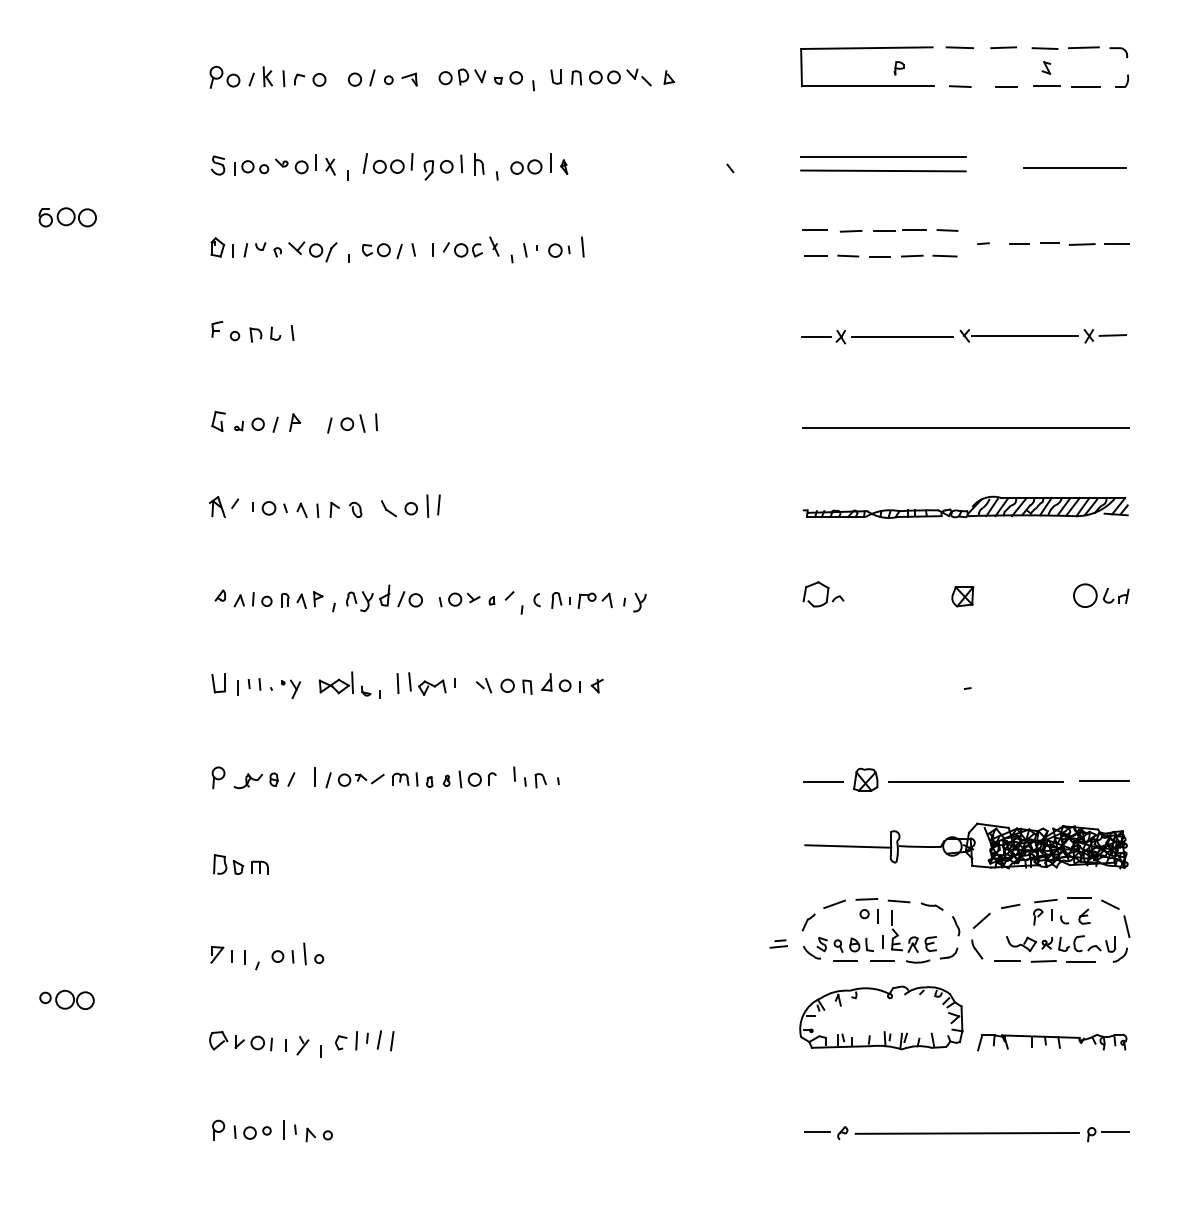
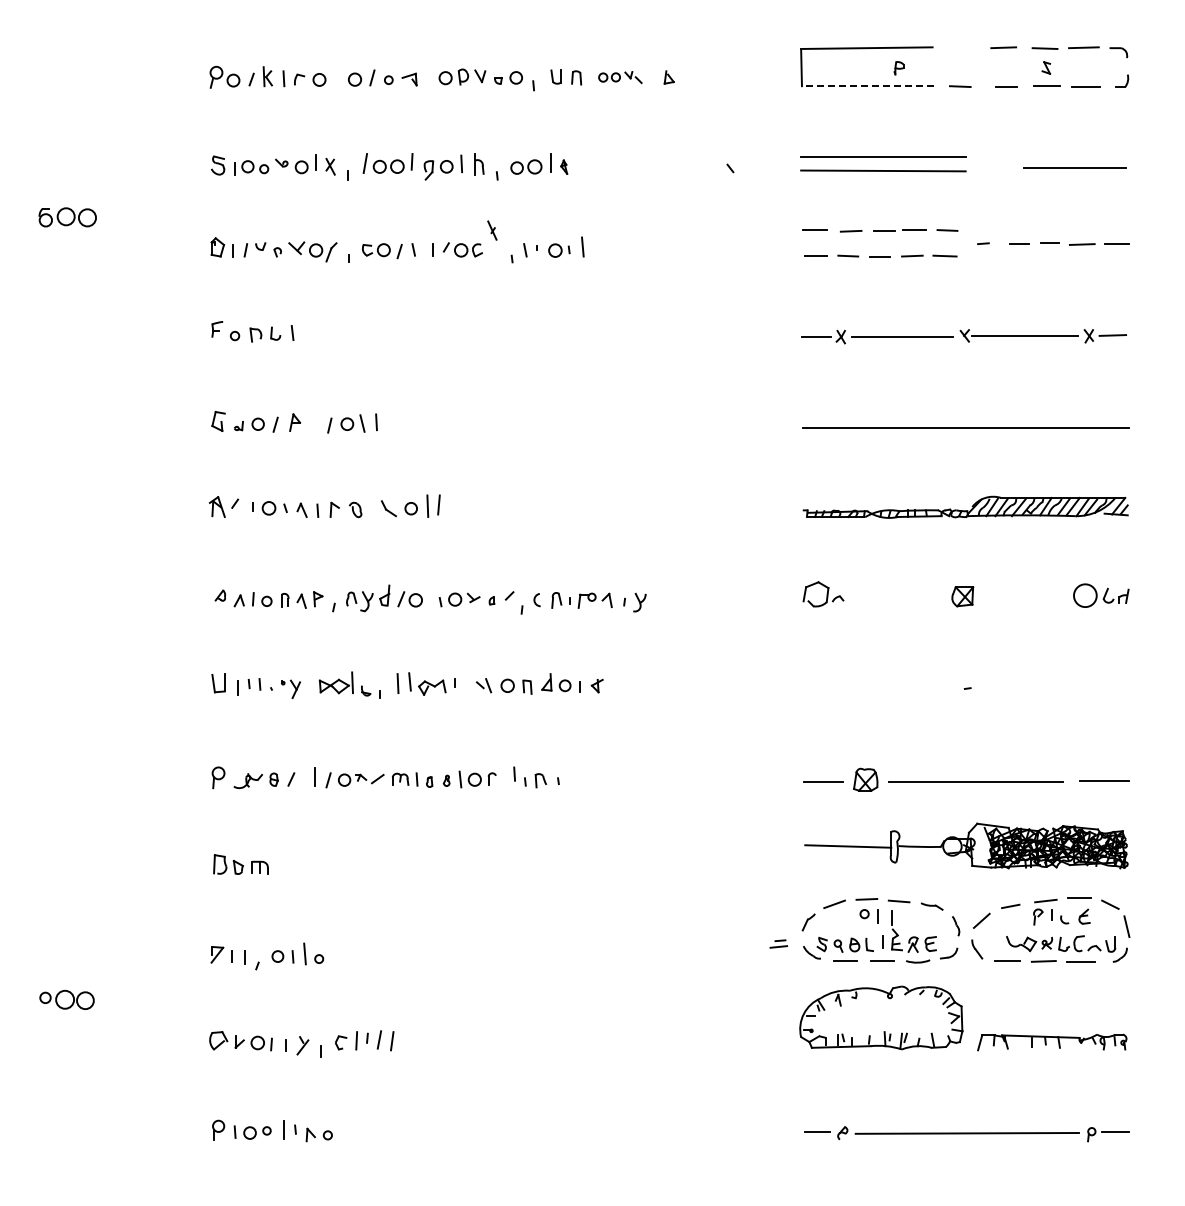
line at (959, 47): present -> none
part at (620, 77) size: 63x19 px -> 45x14 px
line at (867, 86): solid -> dashed
part at (494, 246) position: (494, 246) -> (492, 230)
